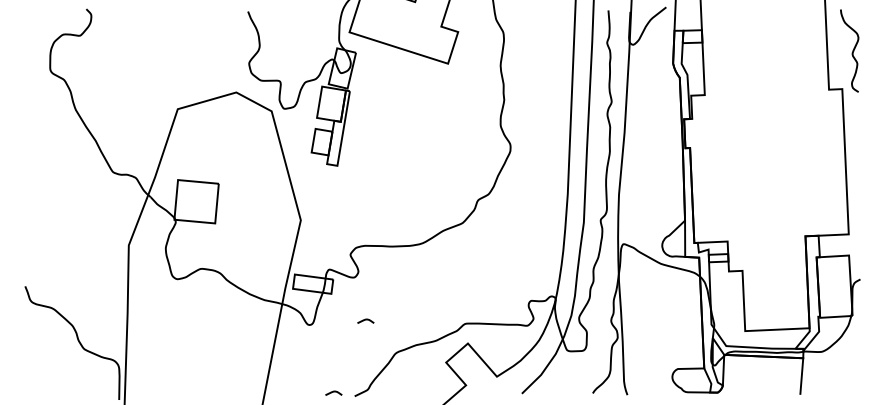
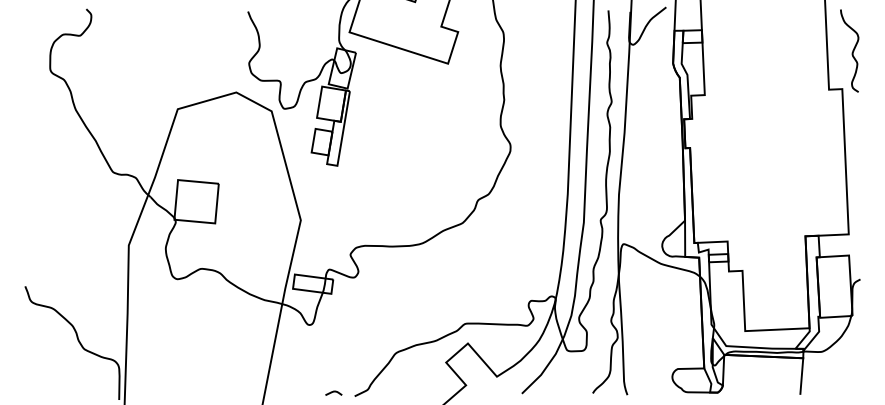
curve at (365, 320): present -> none
